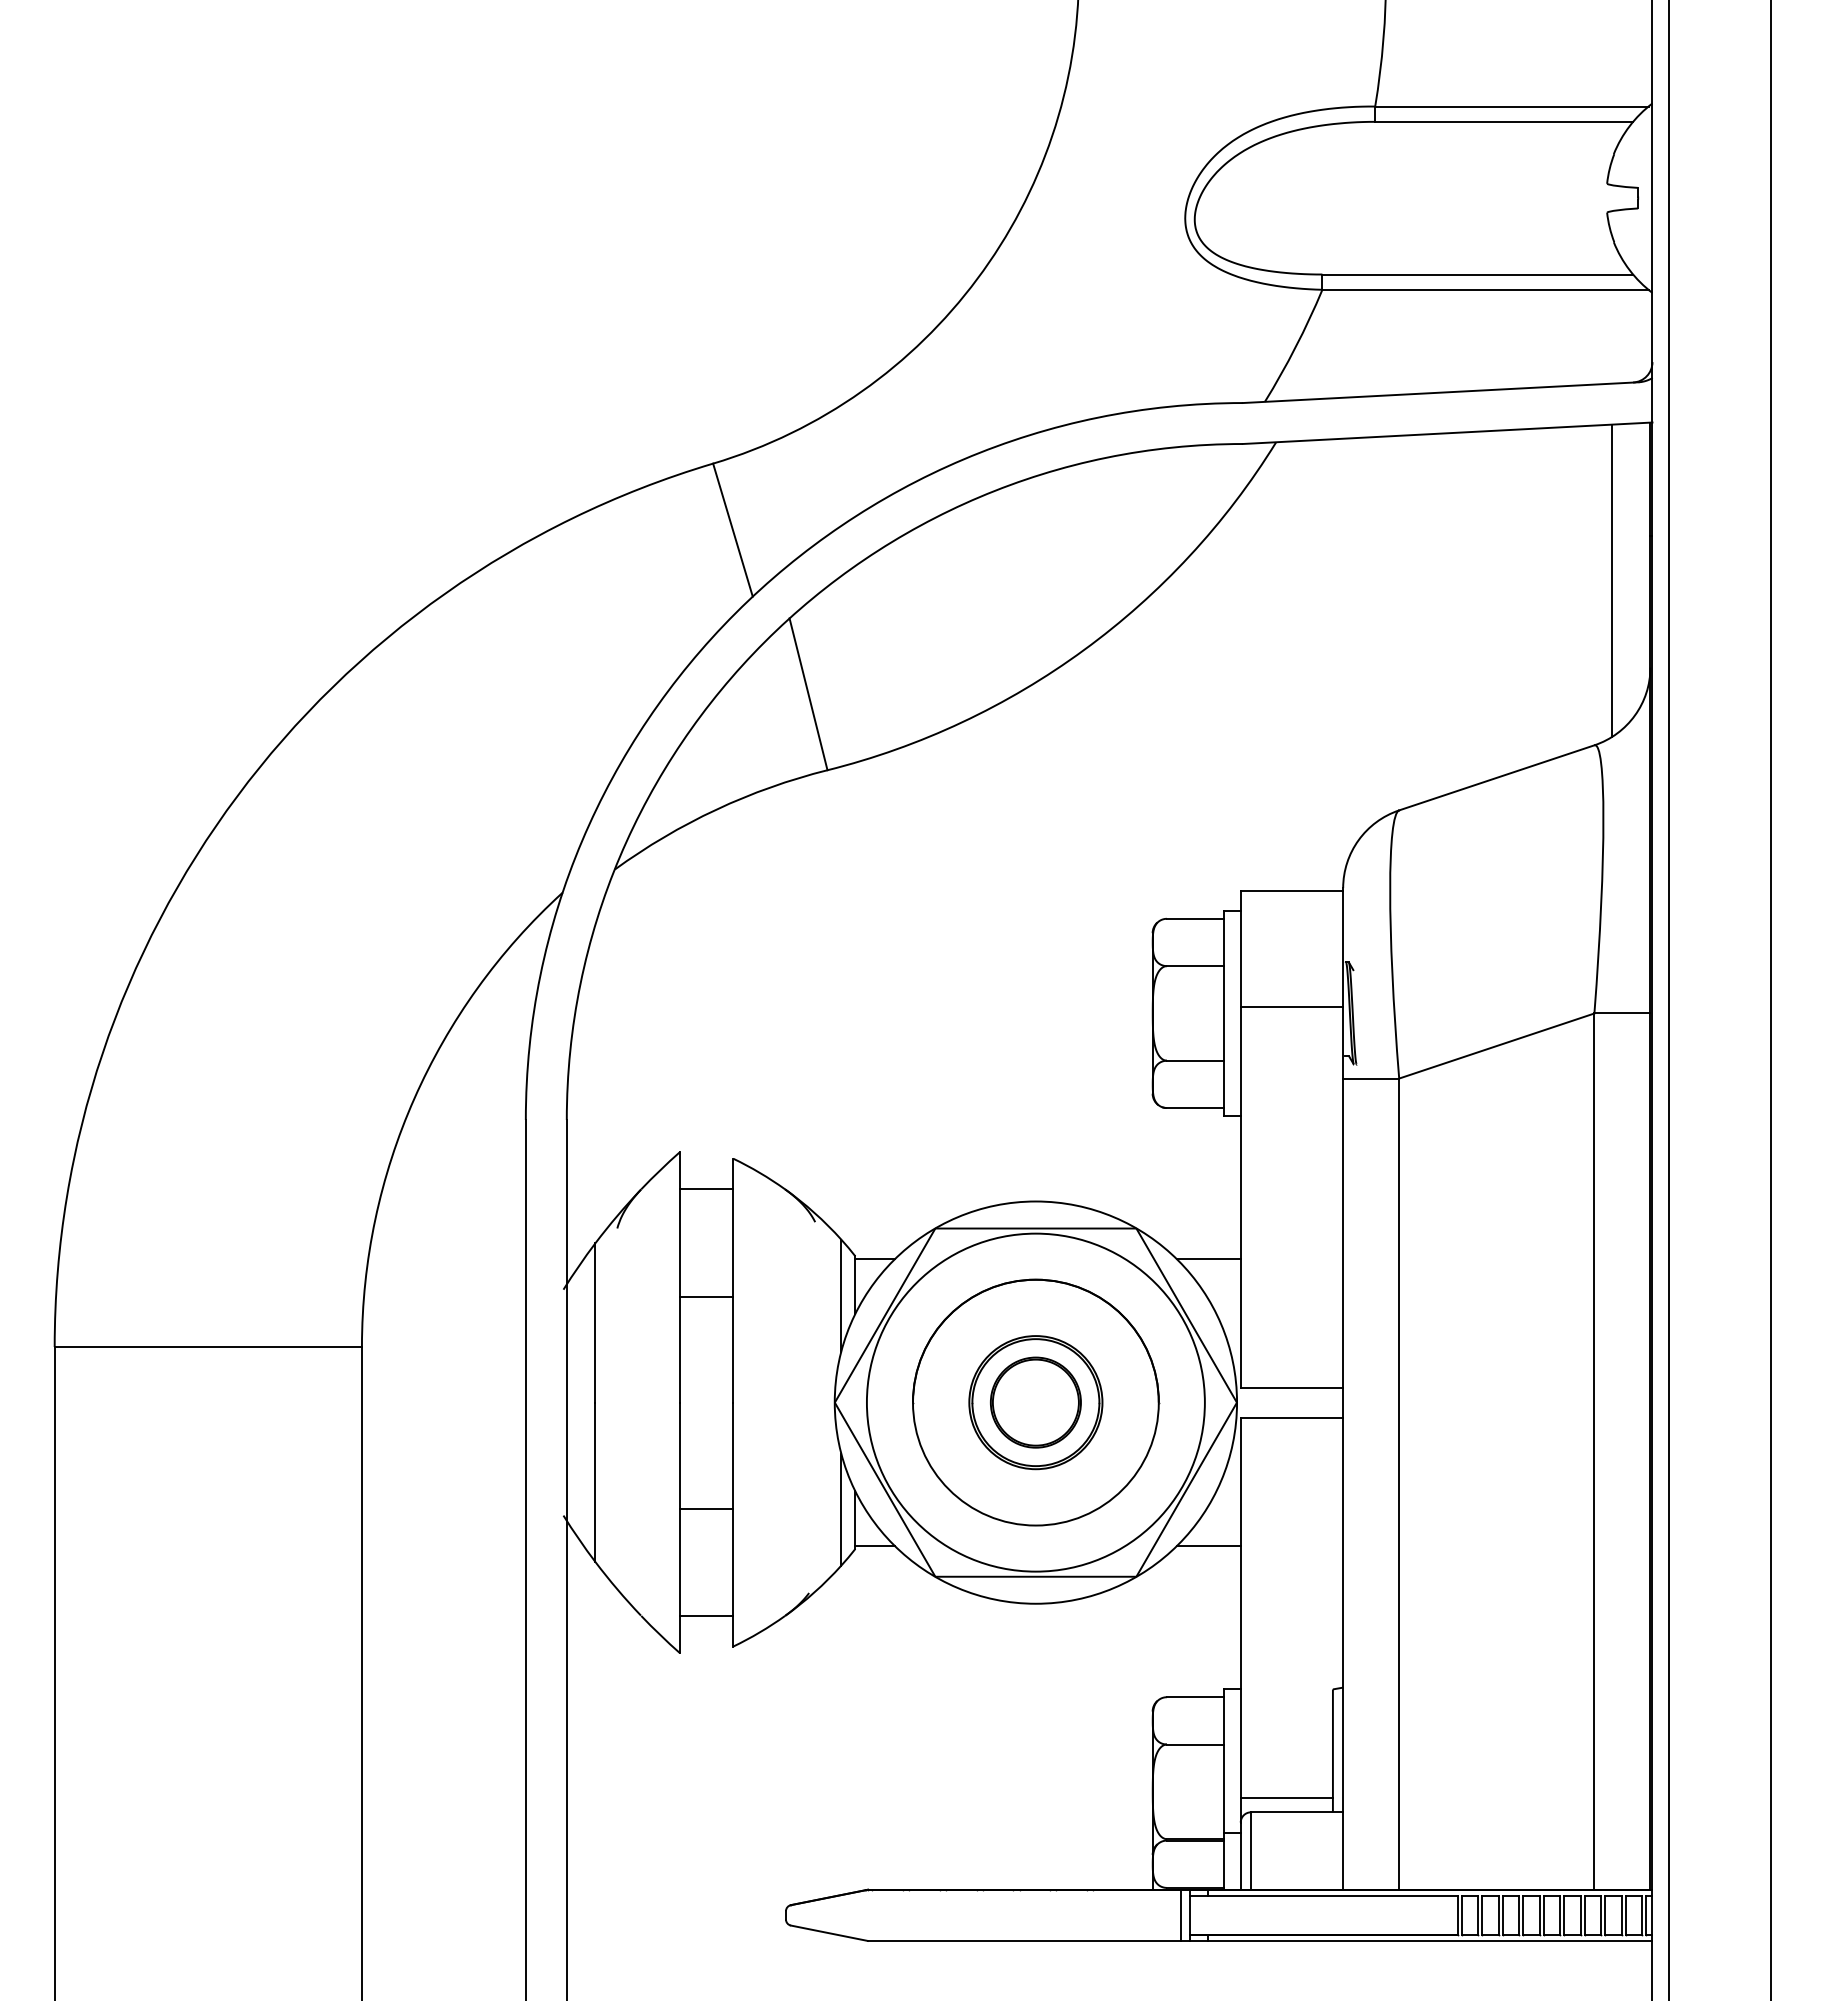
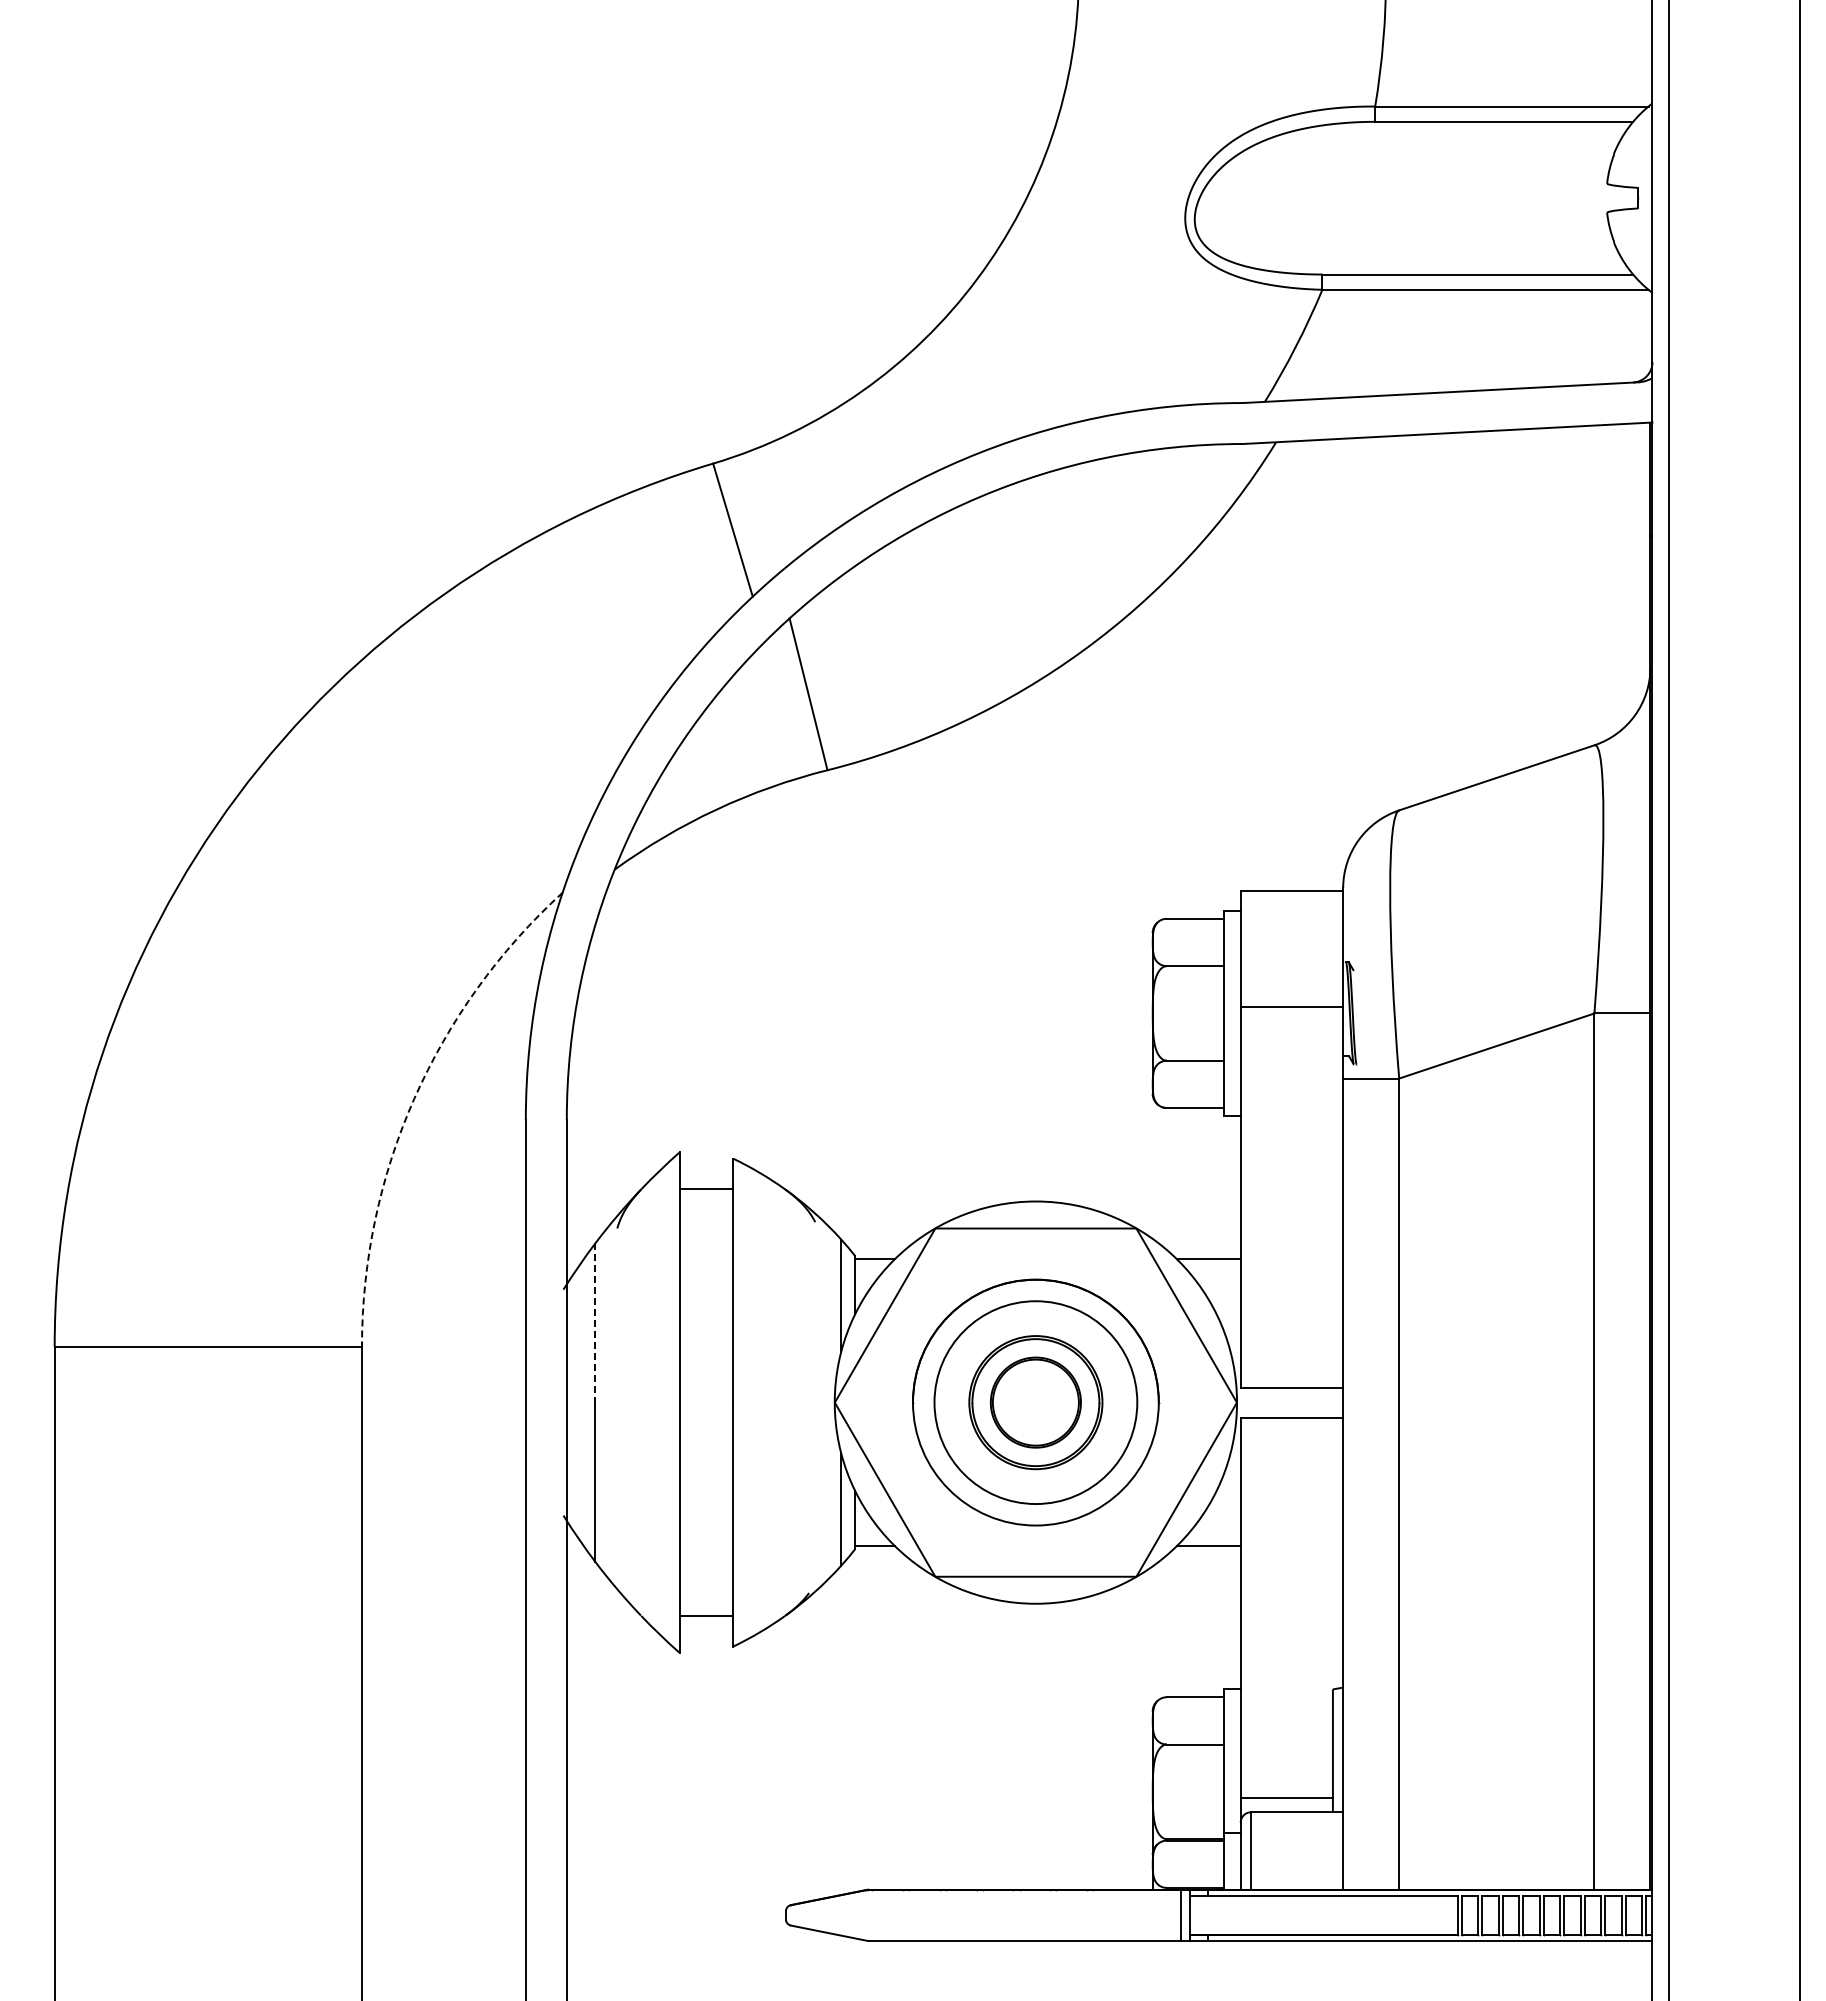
line at (1611, 580): present -> none
line at (1771, 999) position: (1771, 999) -> (1800, 999)
arc at (414, 1098): solid -> dashed
line at (706, 1296): present -> none
line at (595, 1322): solid -> dashed
circle at (1035, 1402) diameter: 338 px -> 203 px
line at (706, 1508): present -> none
